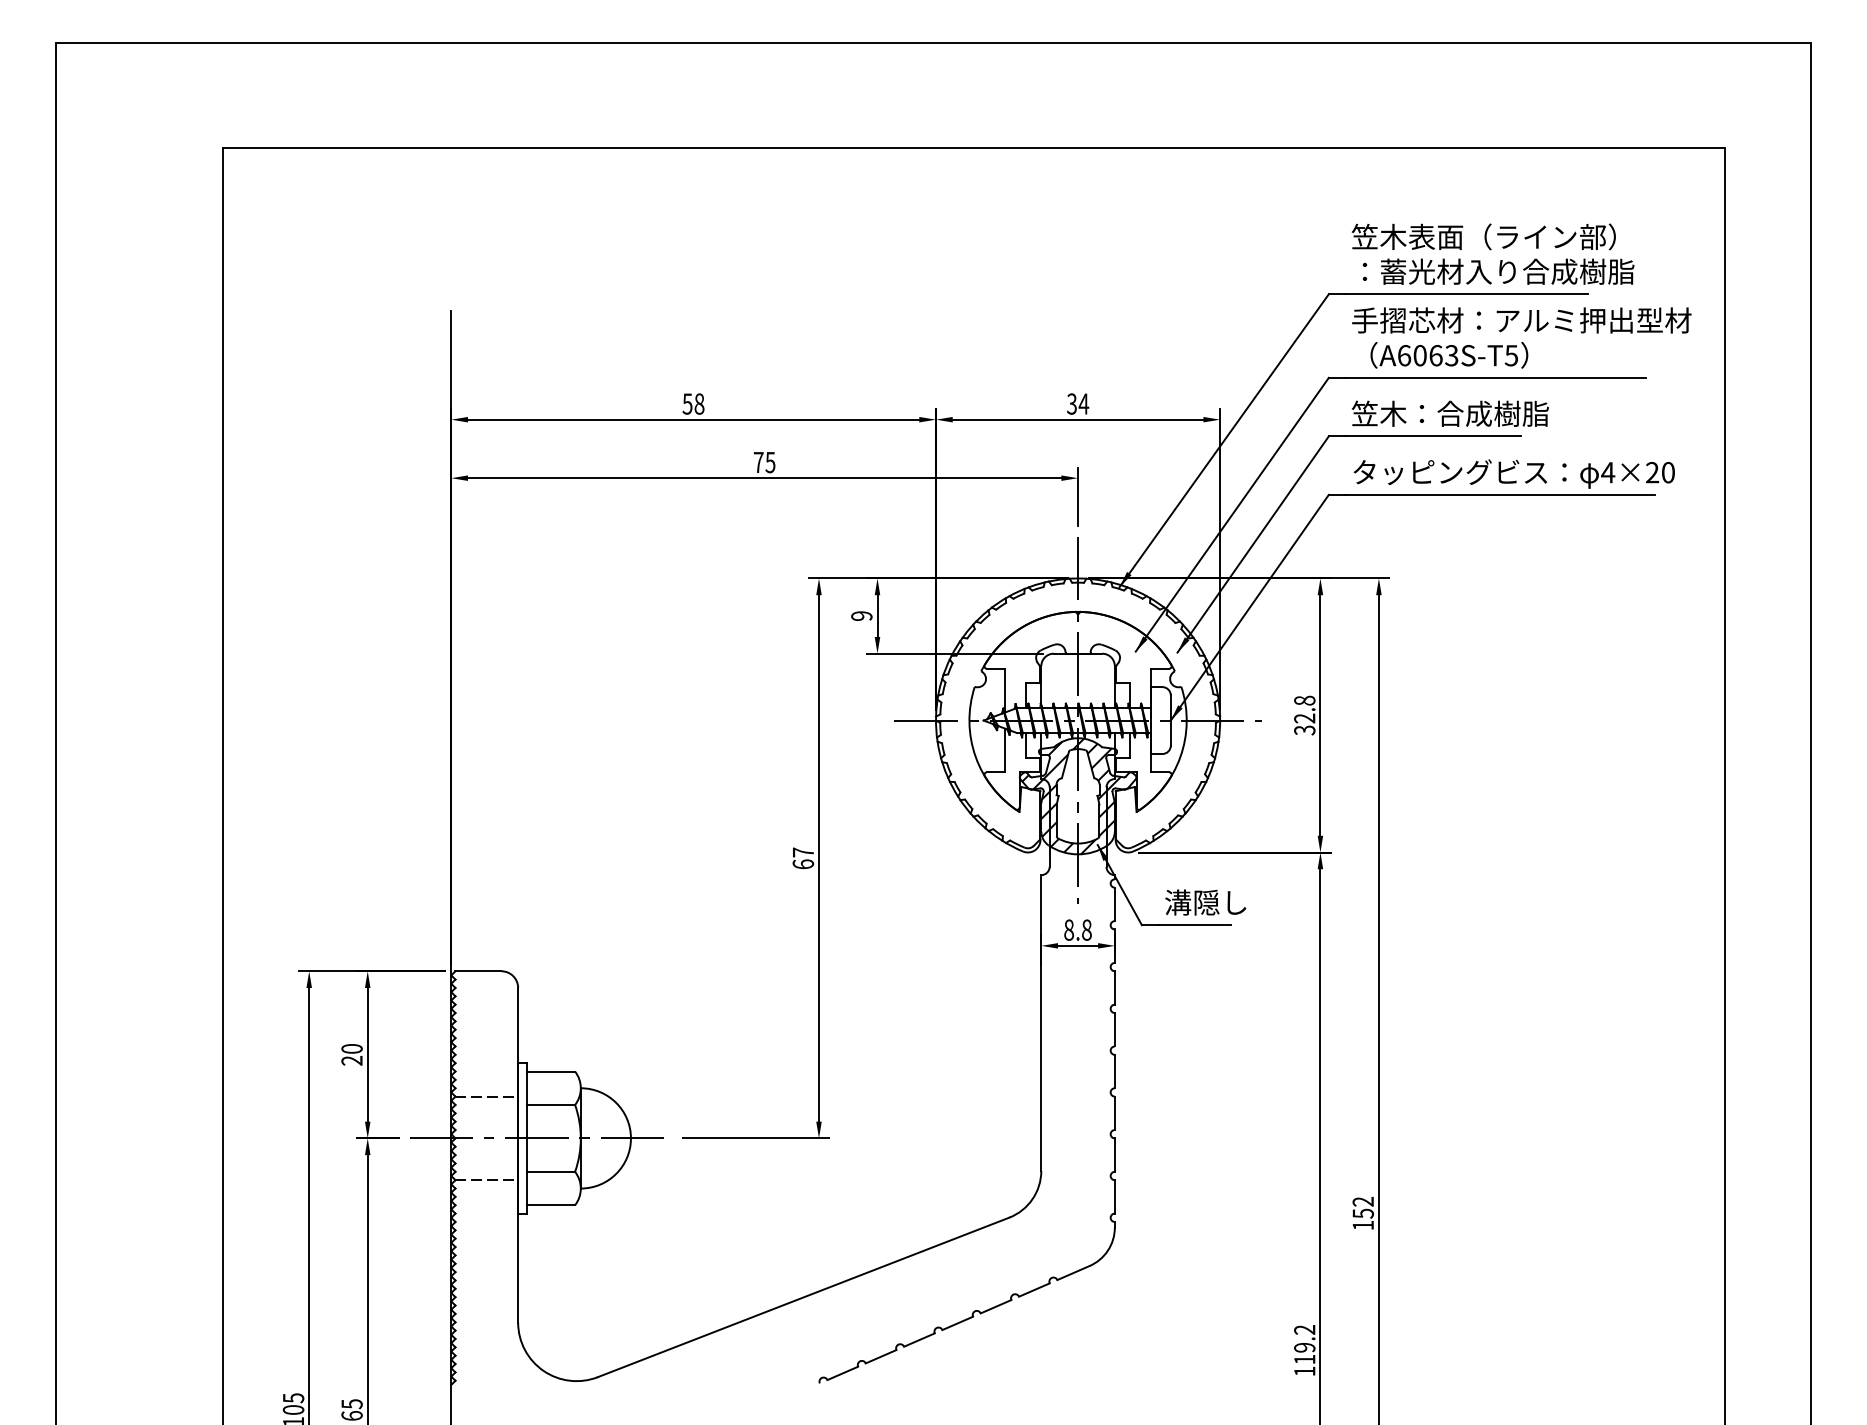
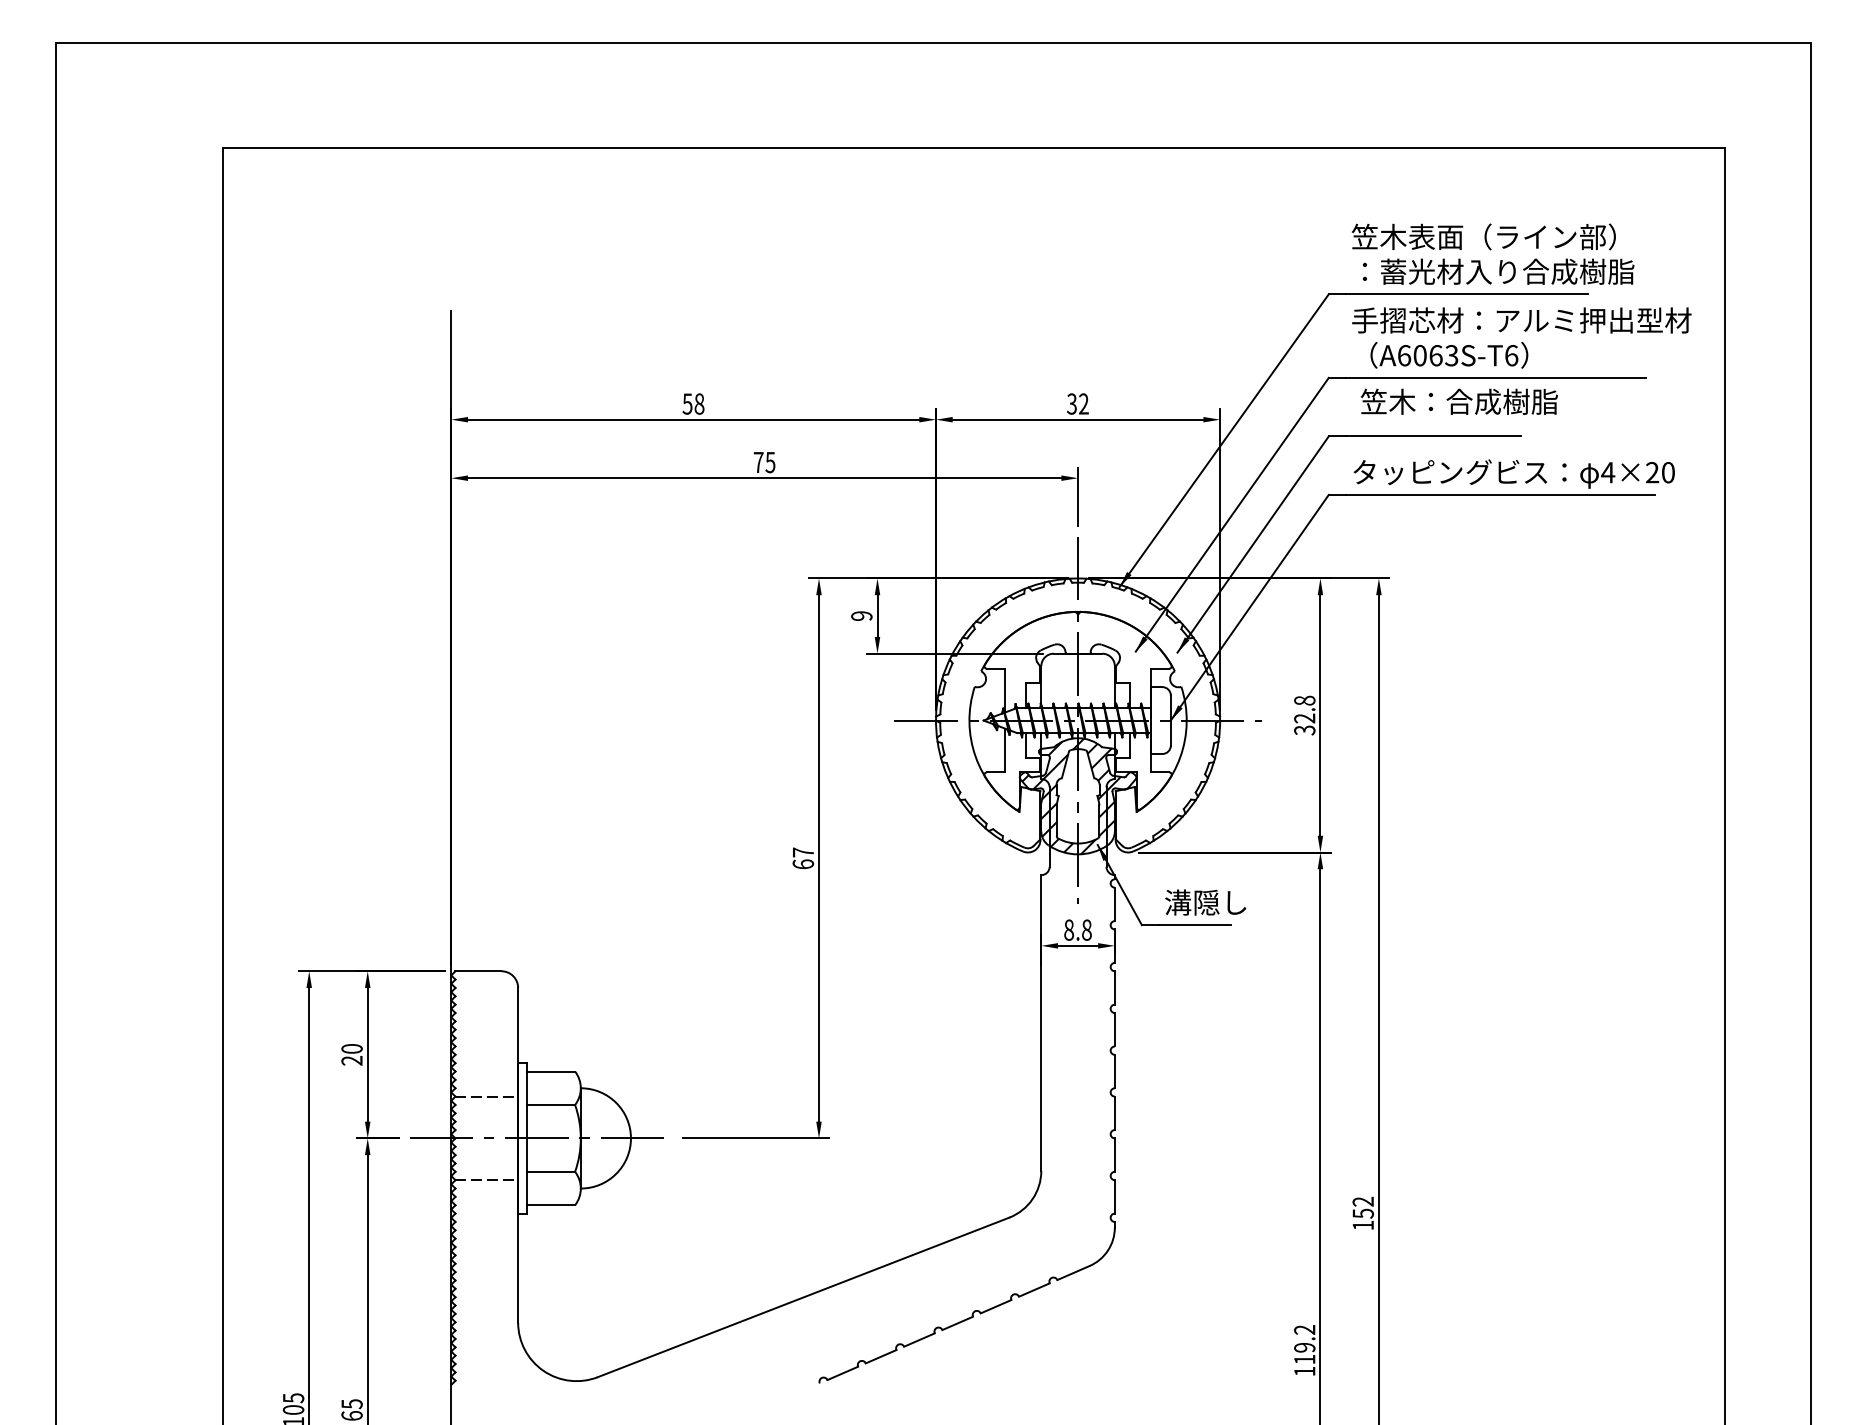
text at (1511, 355): A6063S-T5 -> A6063S-T6
text at (1083, 403): 34 -> 32
text at (1450, 413) position: (1450, 413) -> (1459, 401)
